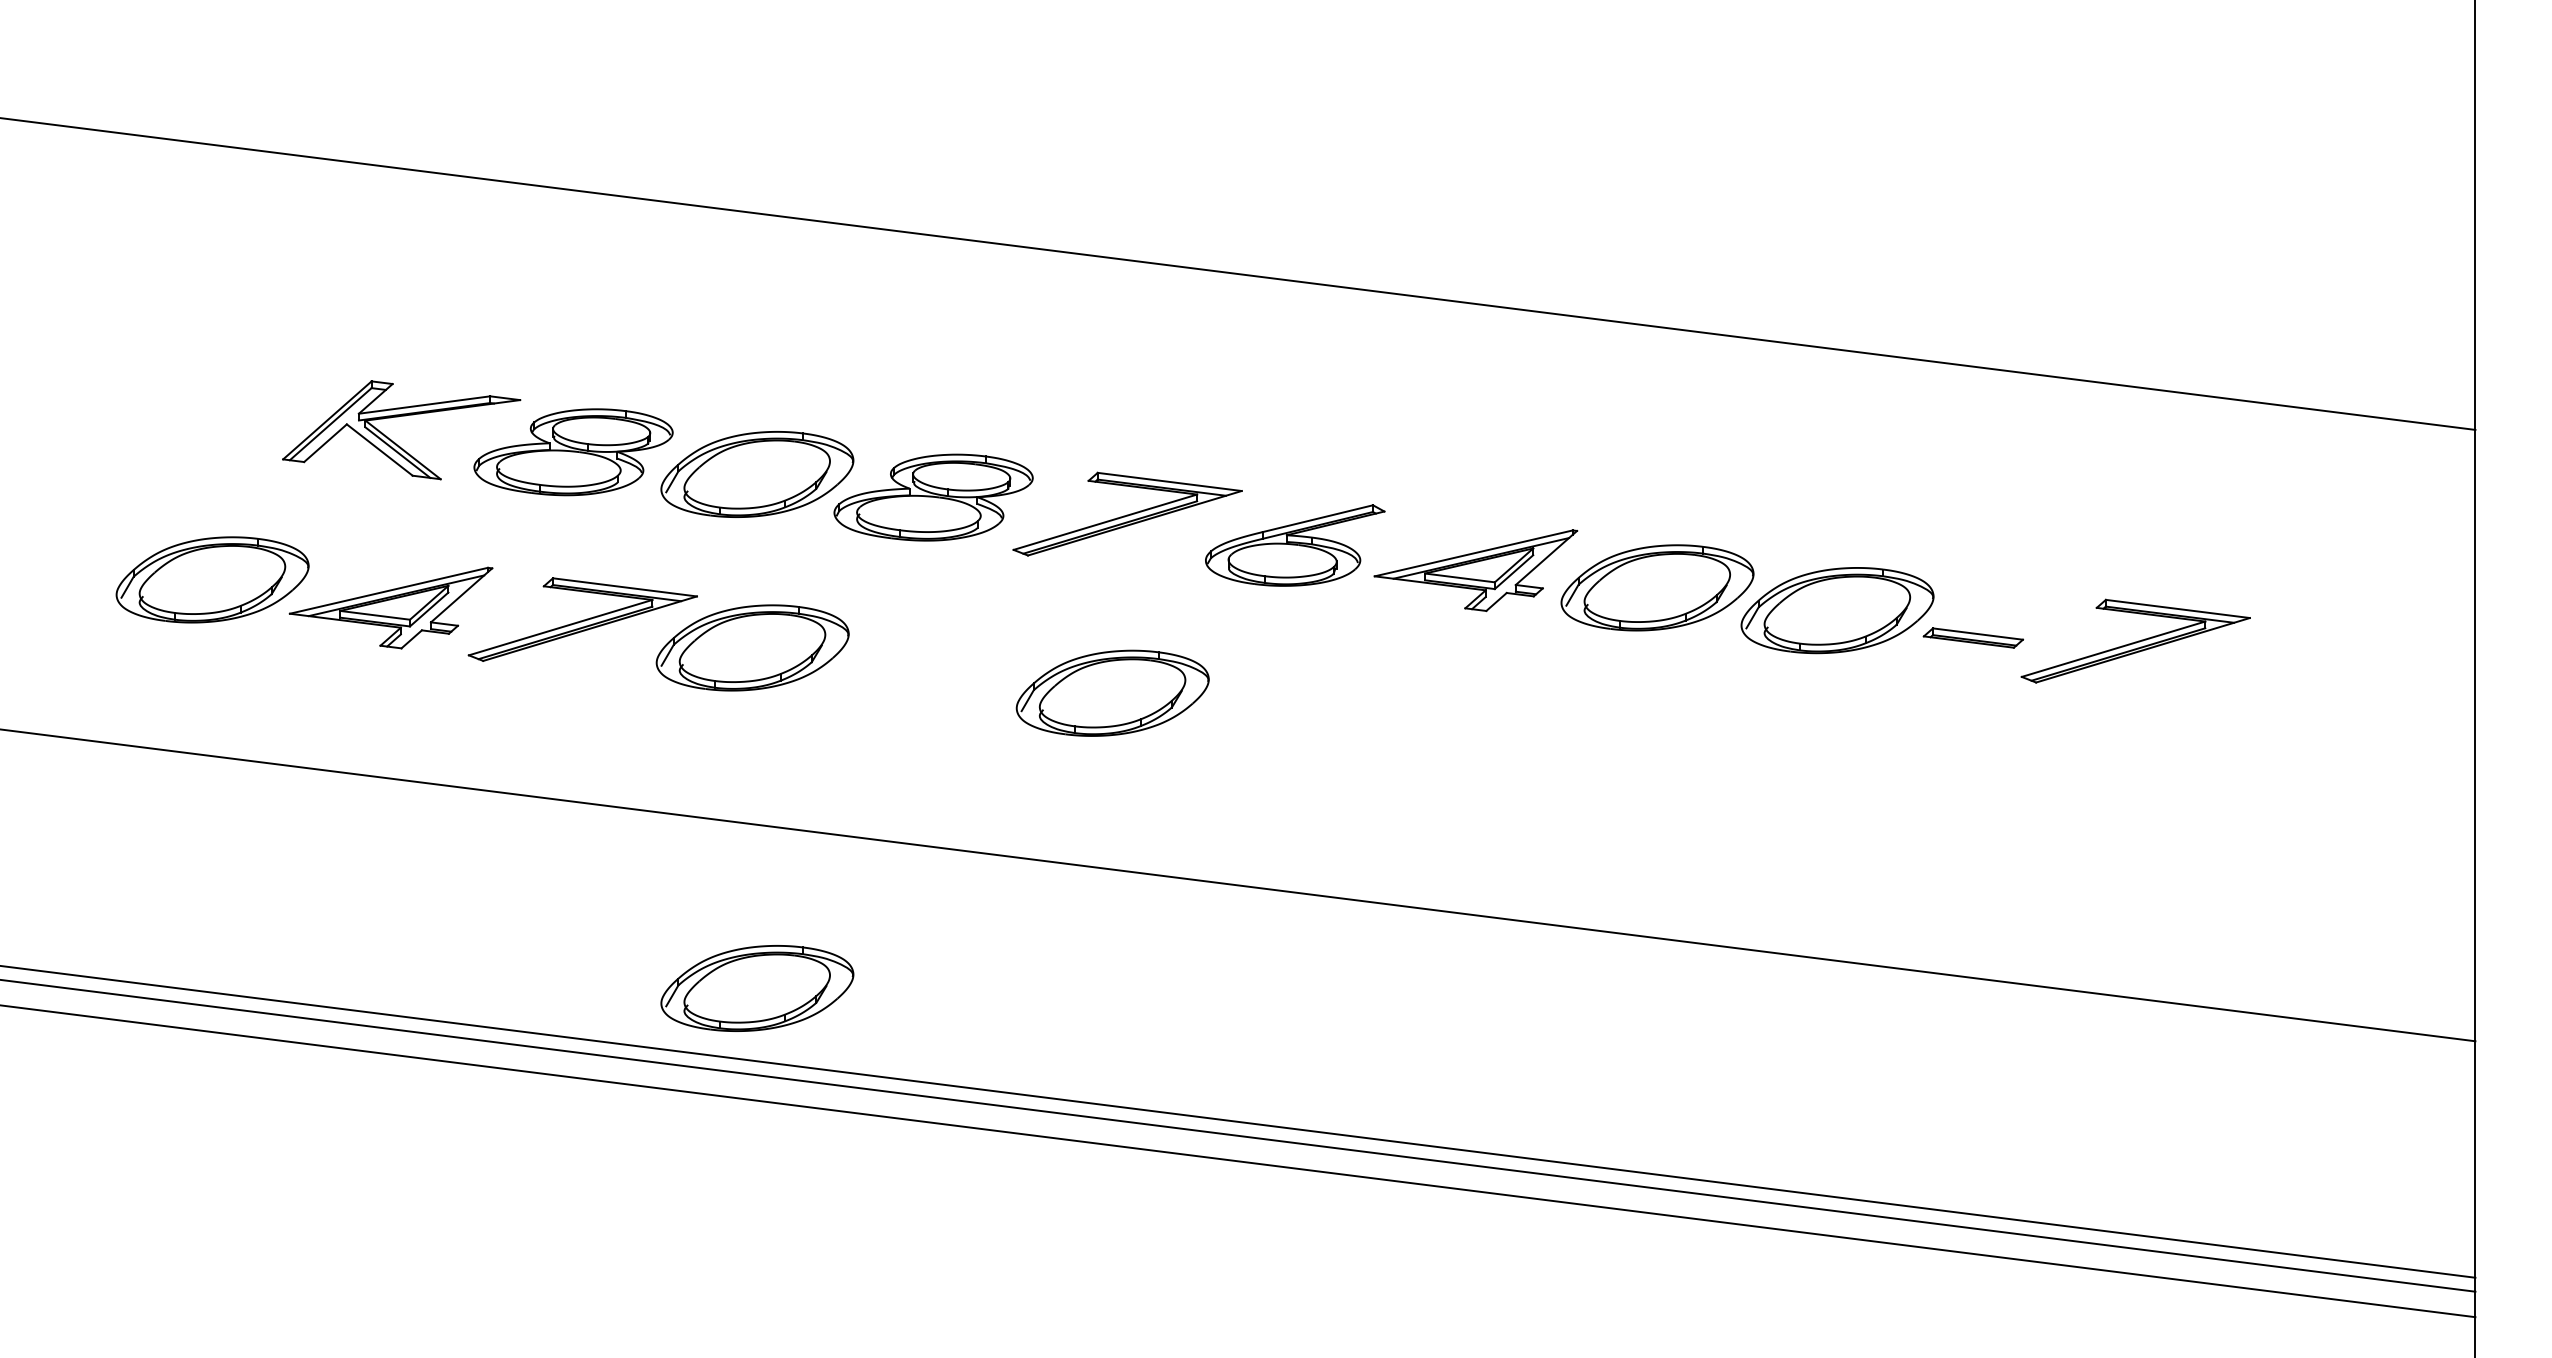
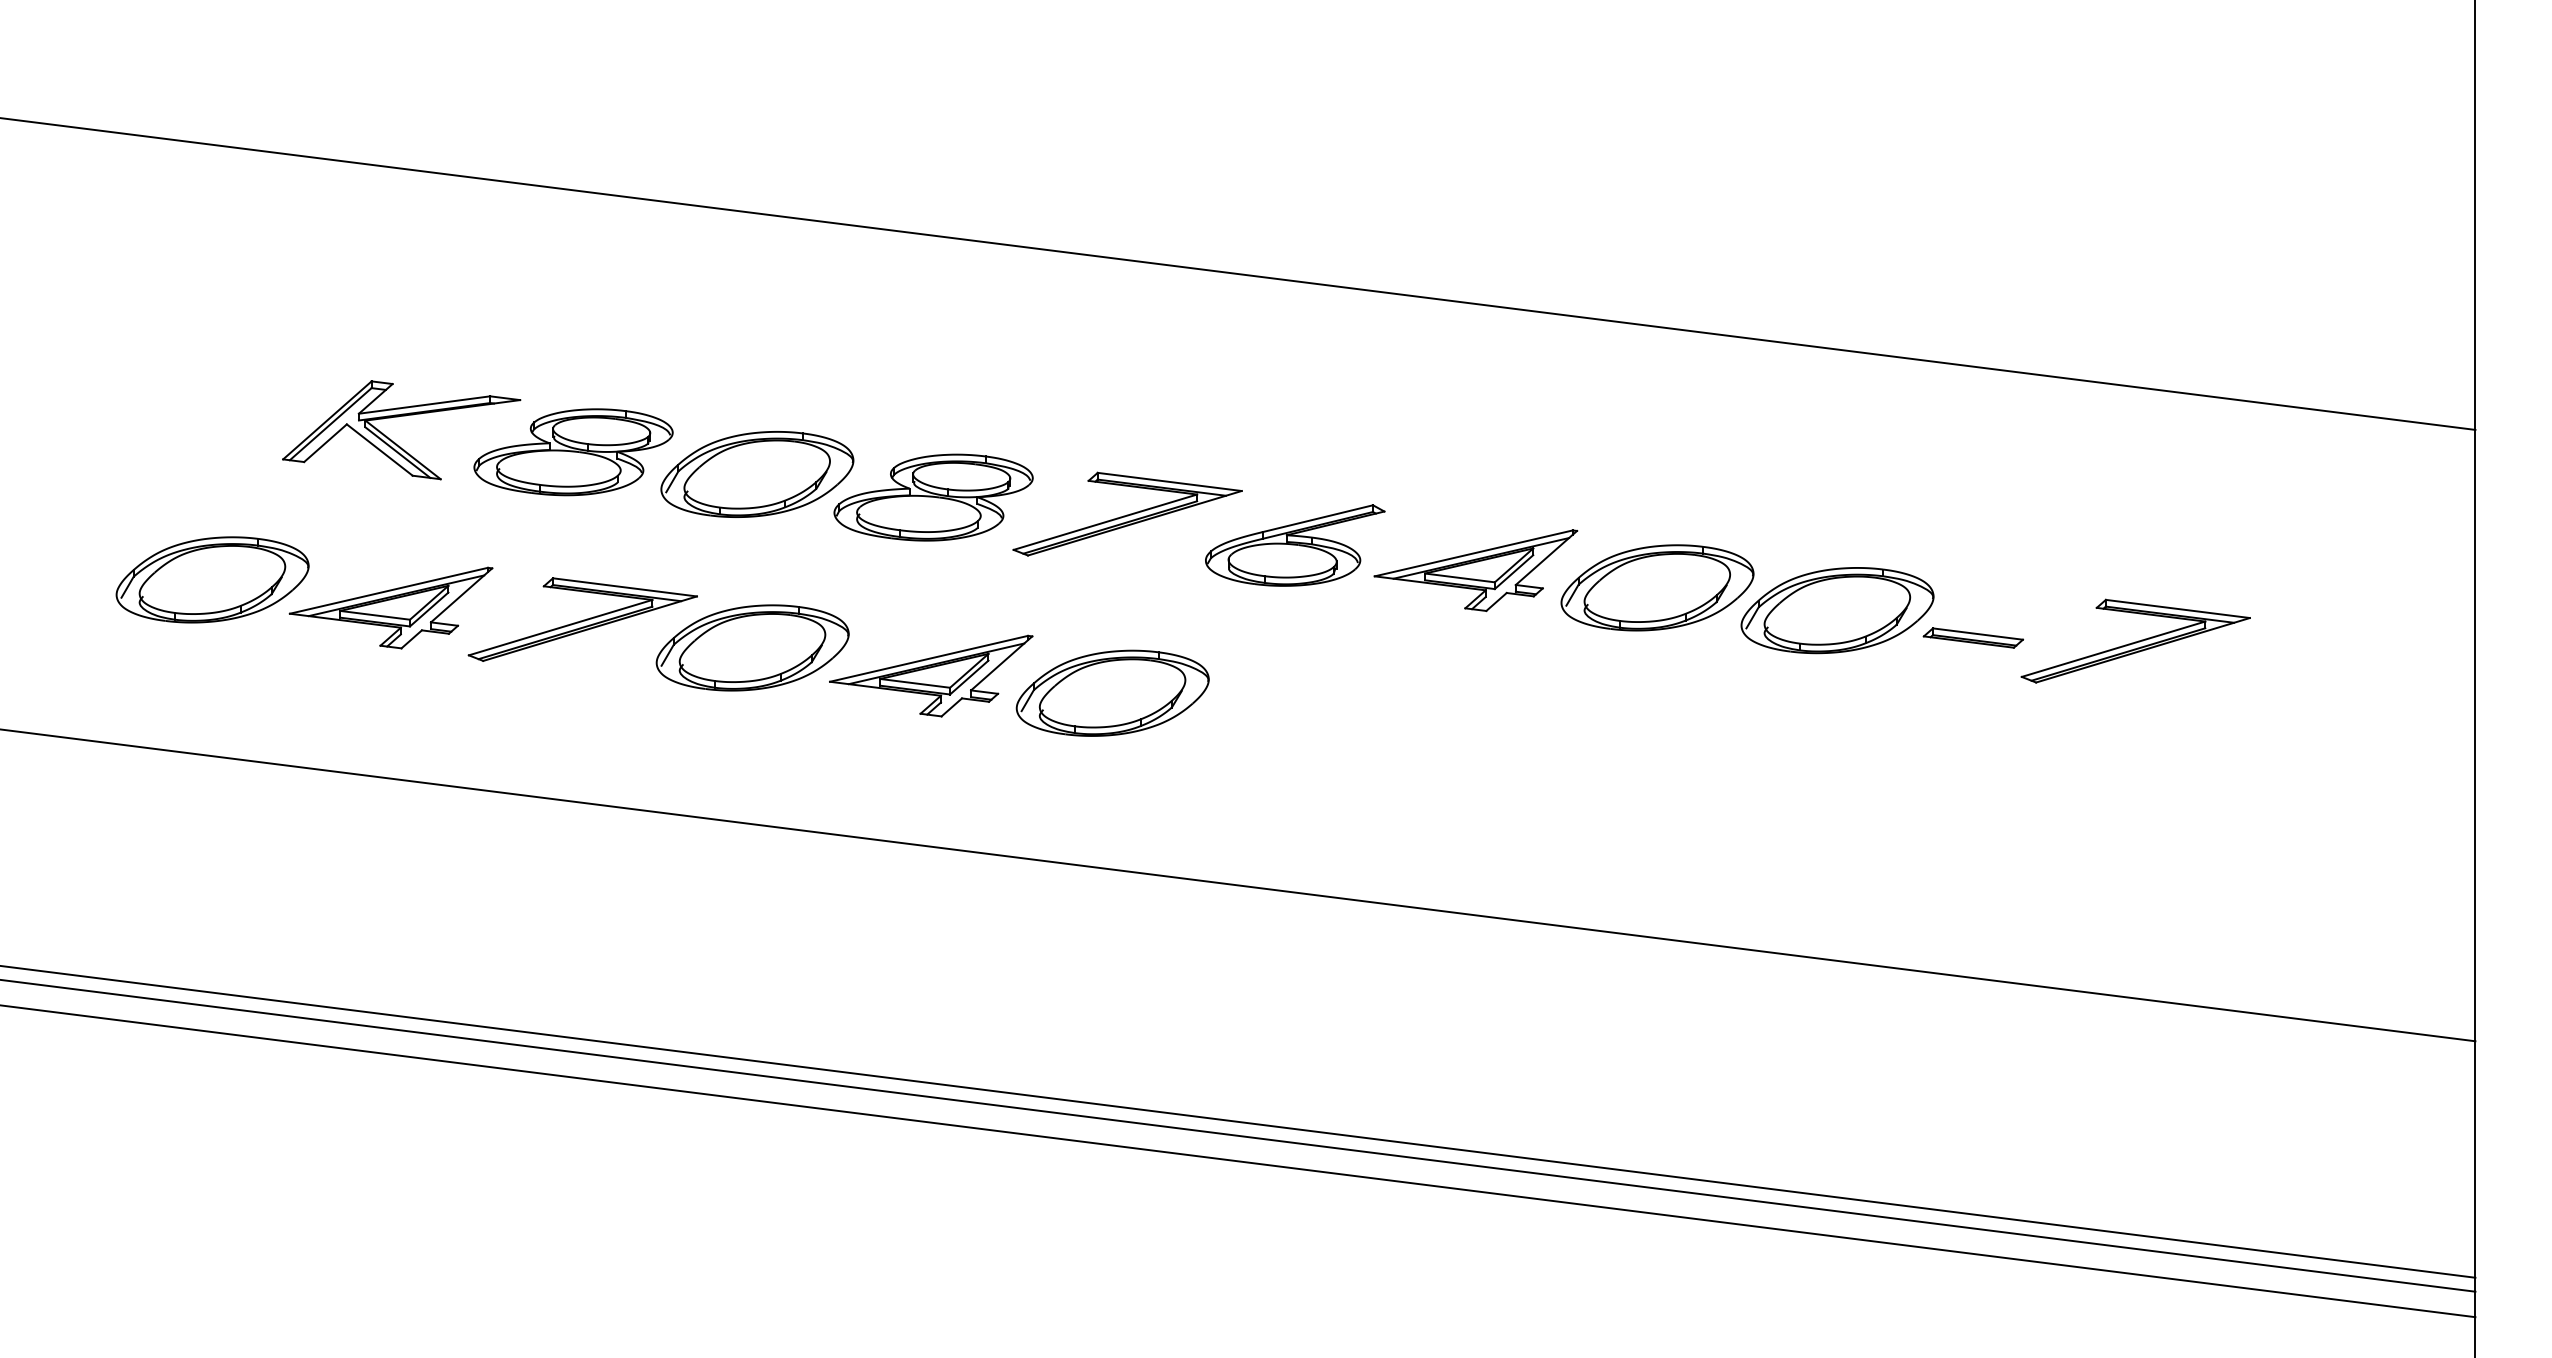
part at (931, 675): none -> present
part at (757, 988): present -> none
